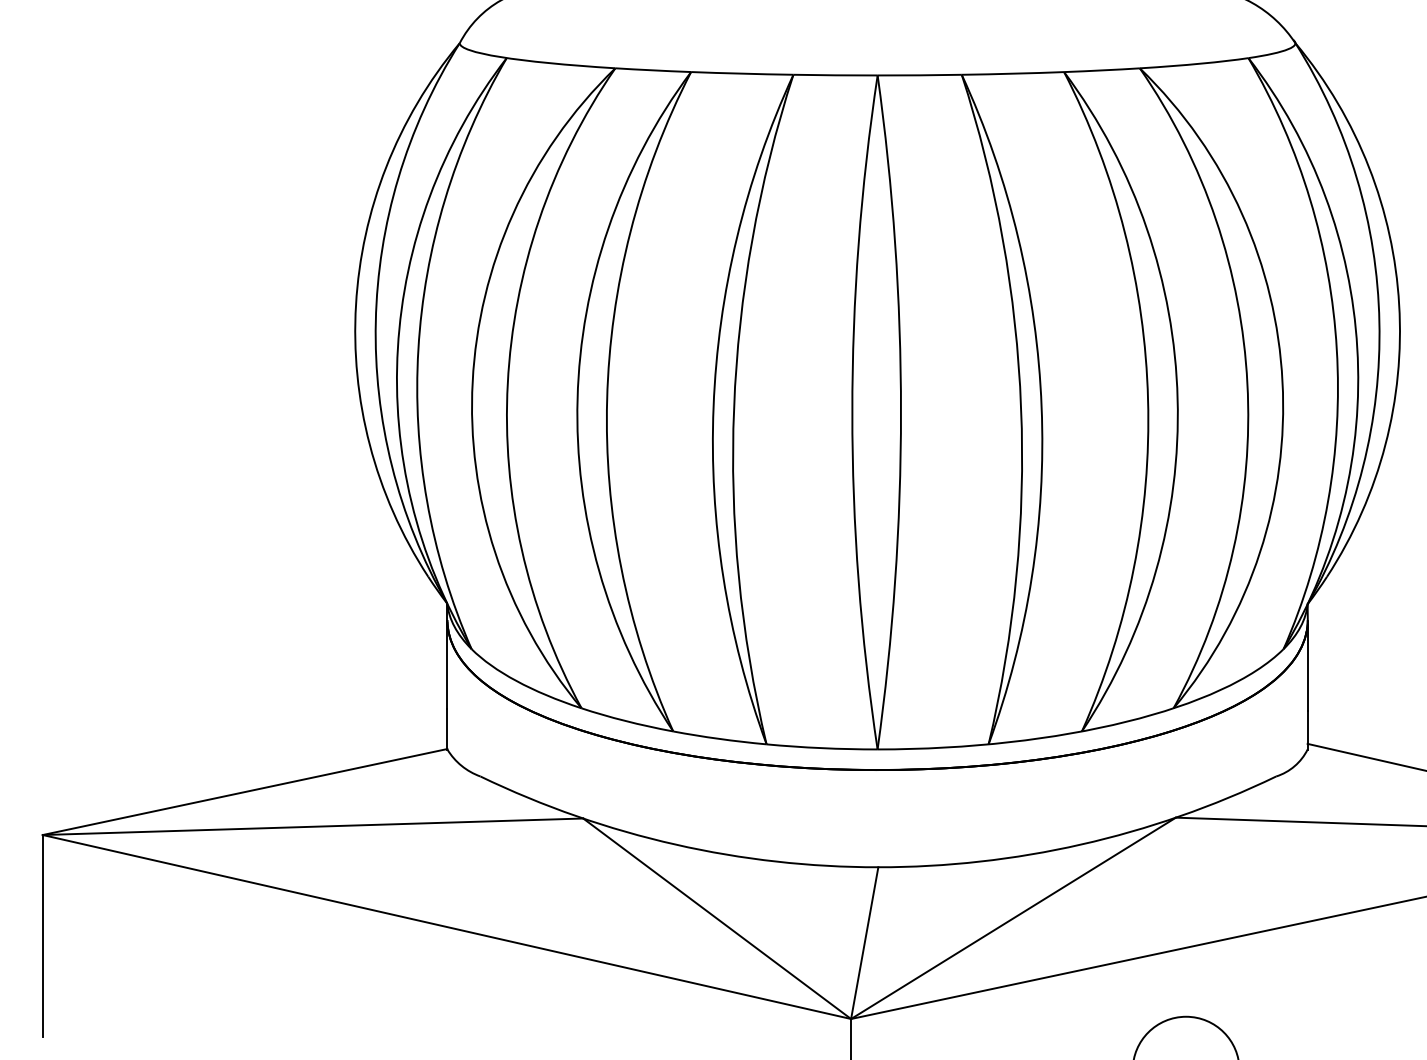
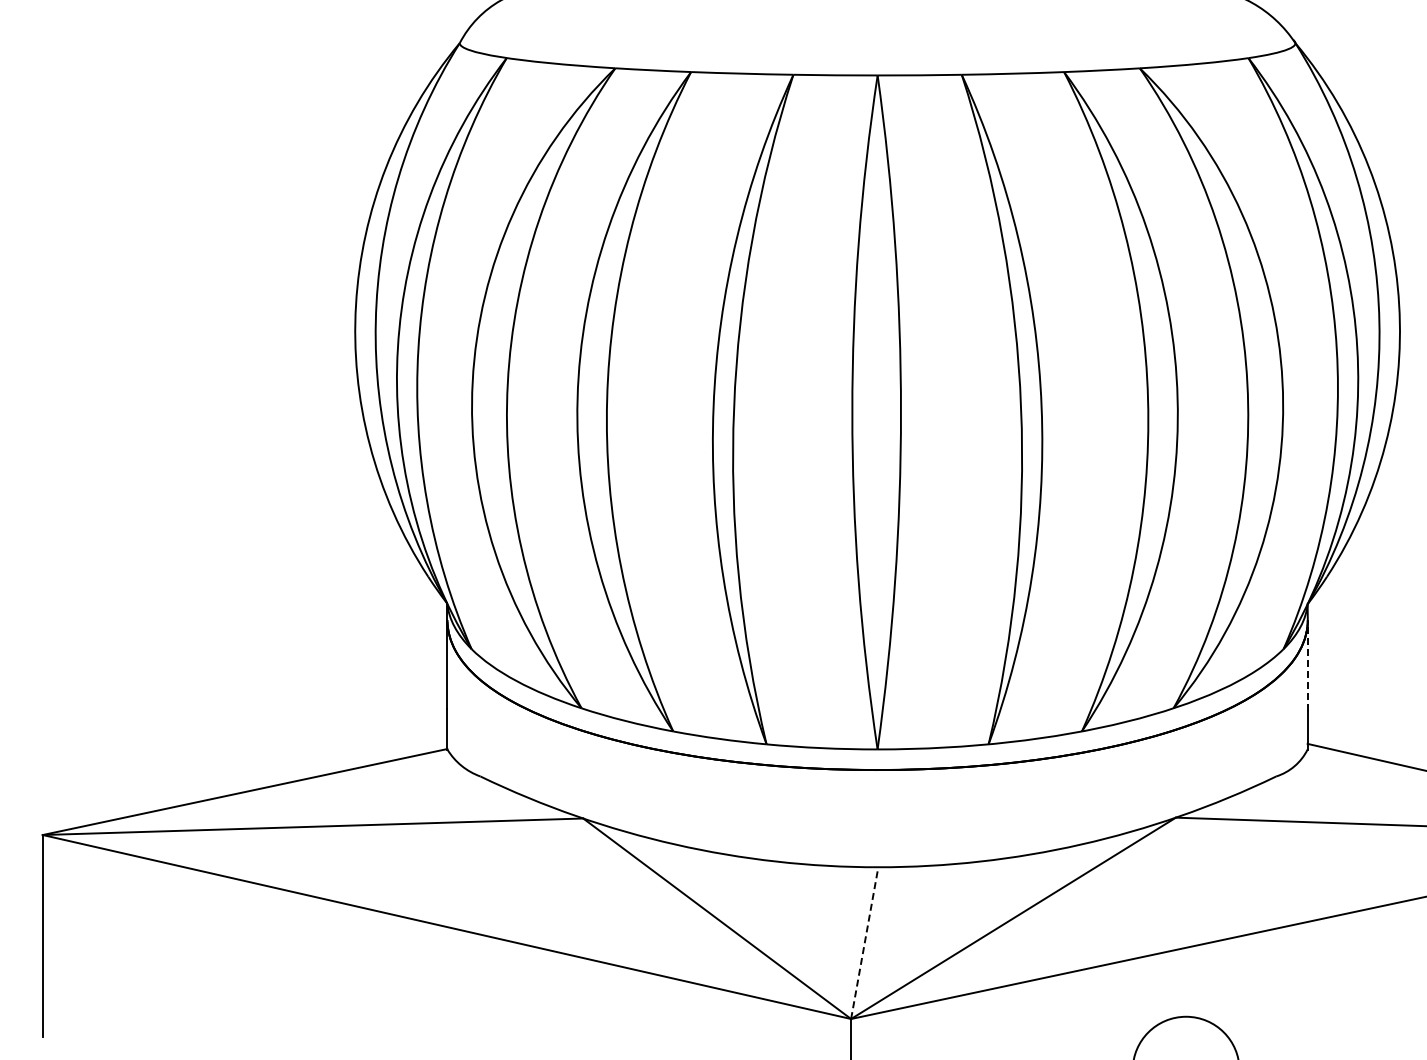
line at (1307, 667): solid -> dashed
line at (864, 942): solid -> dashed
